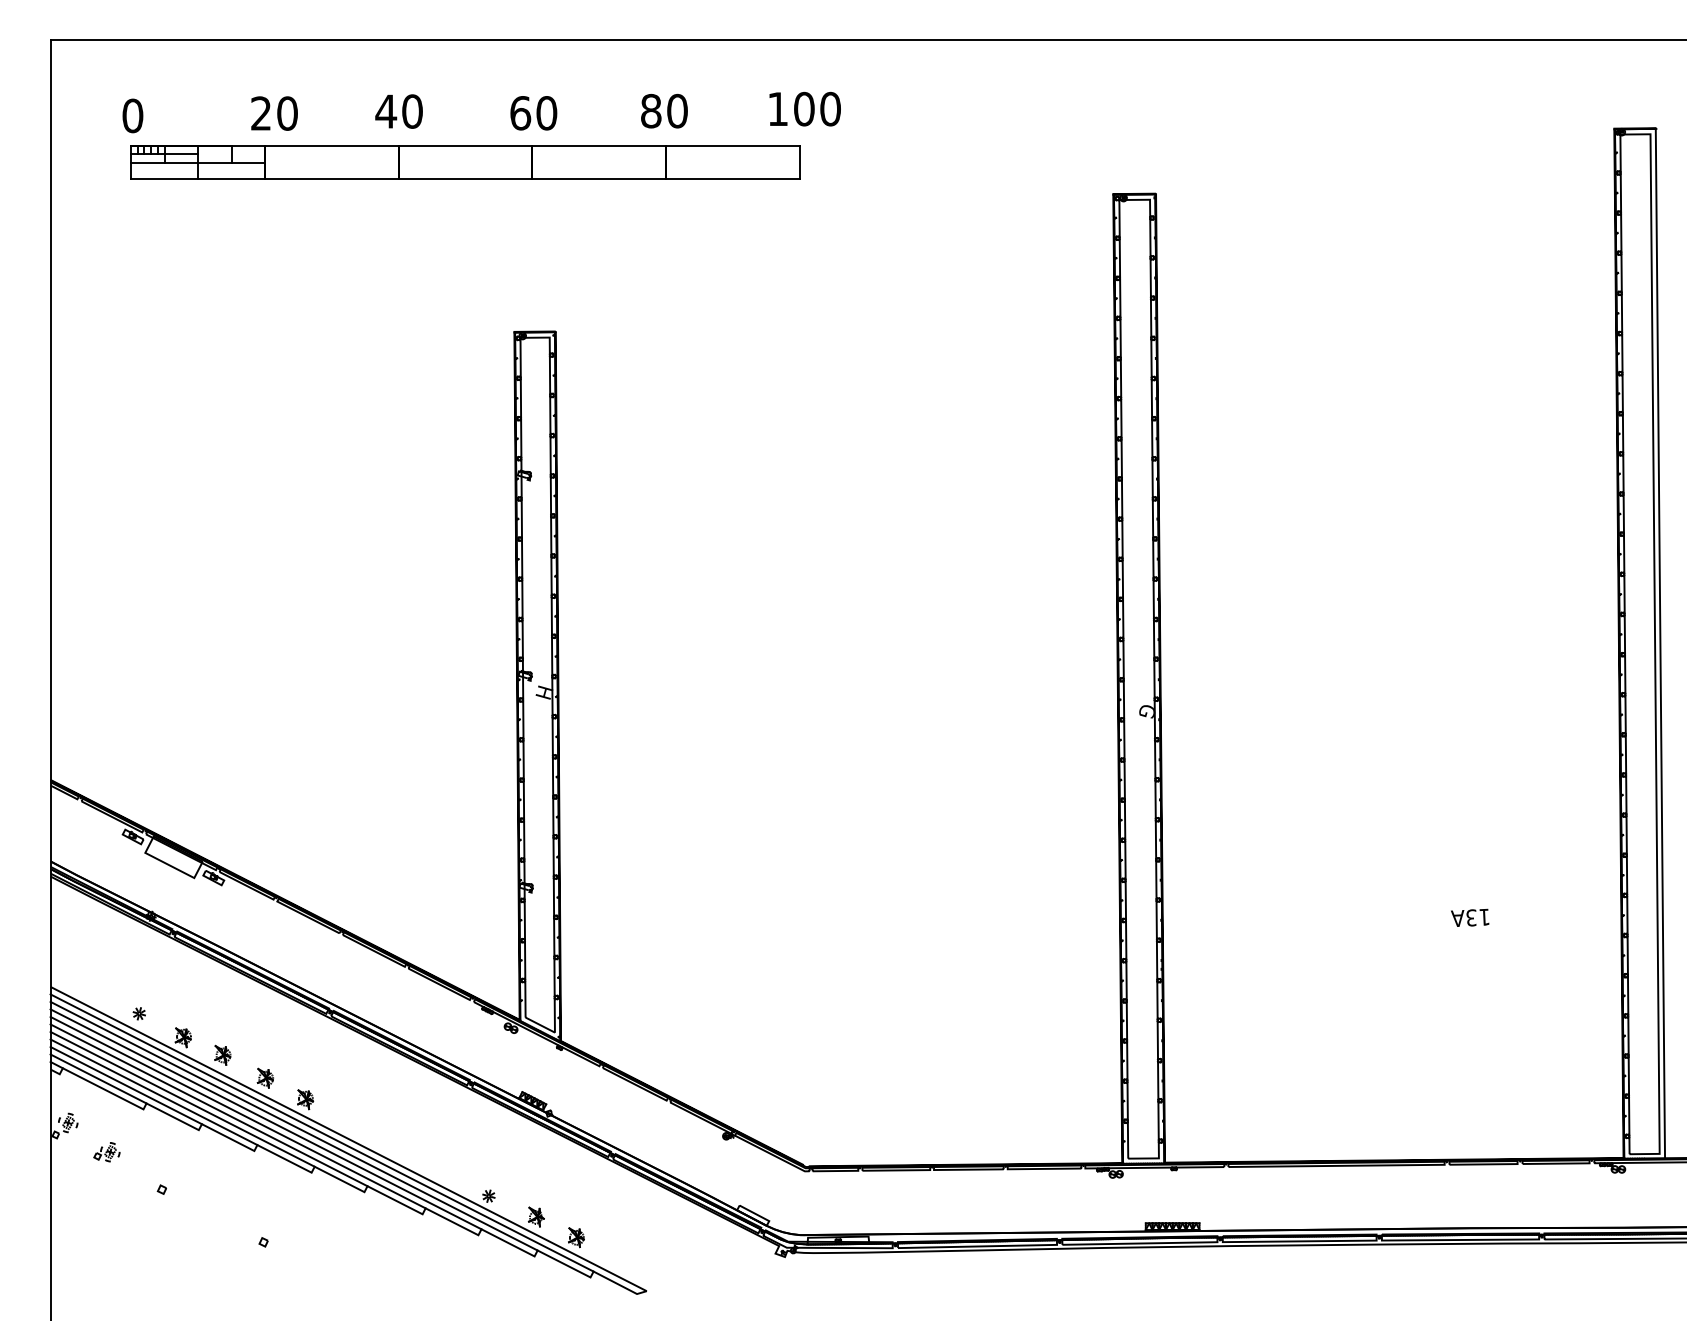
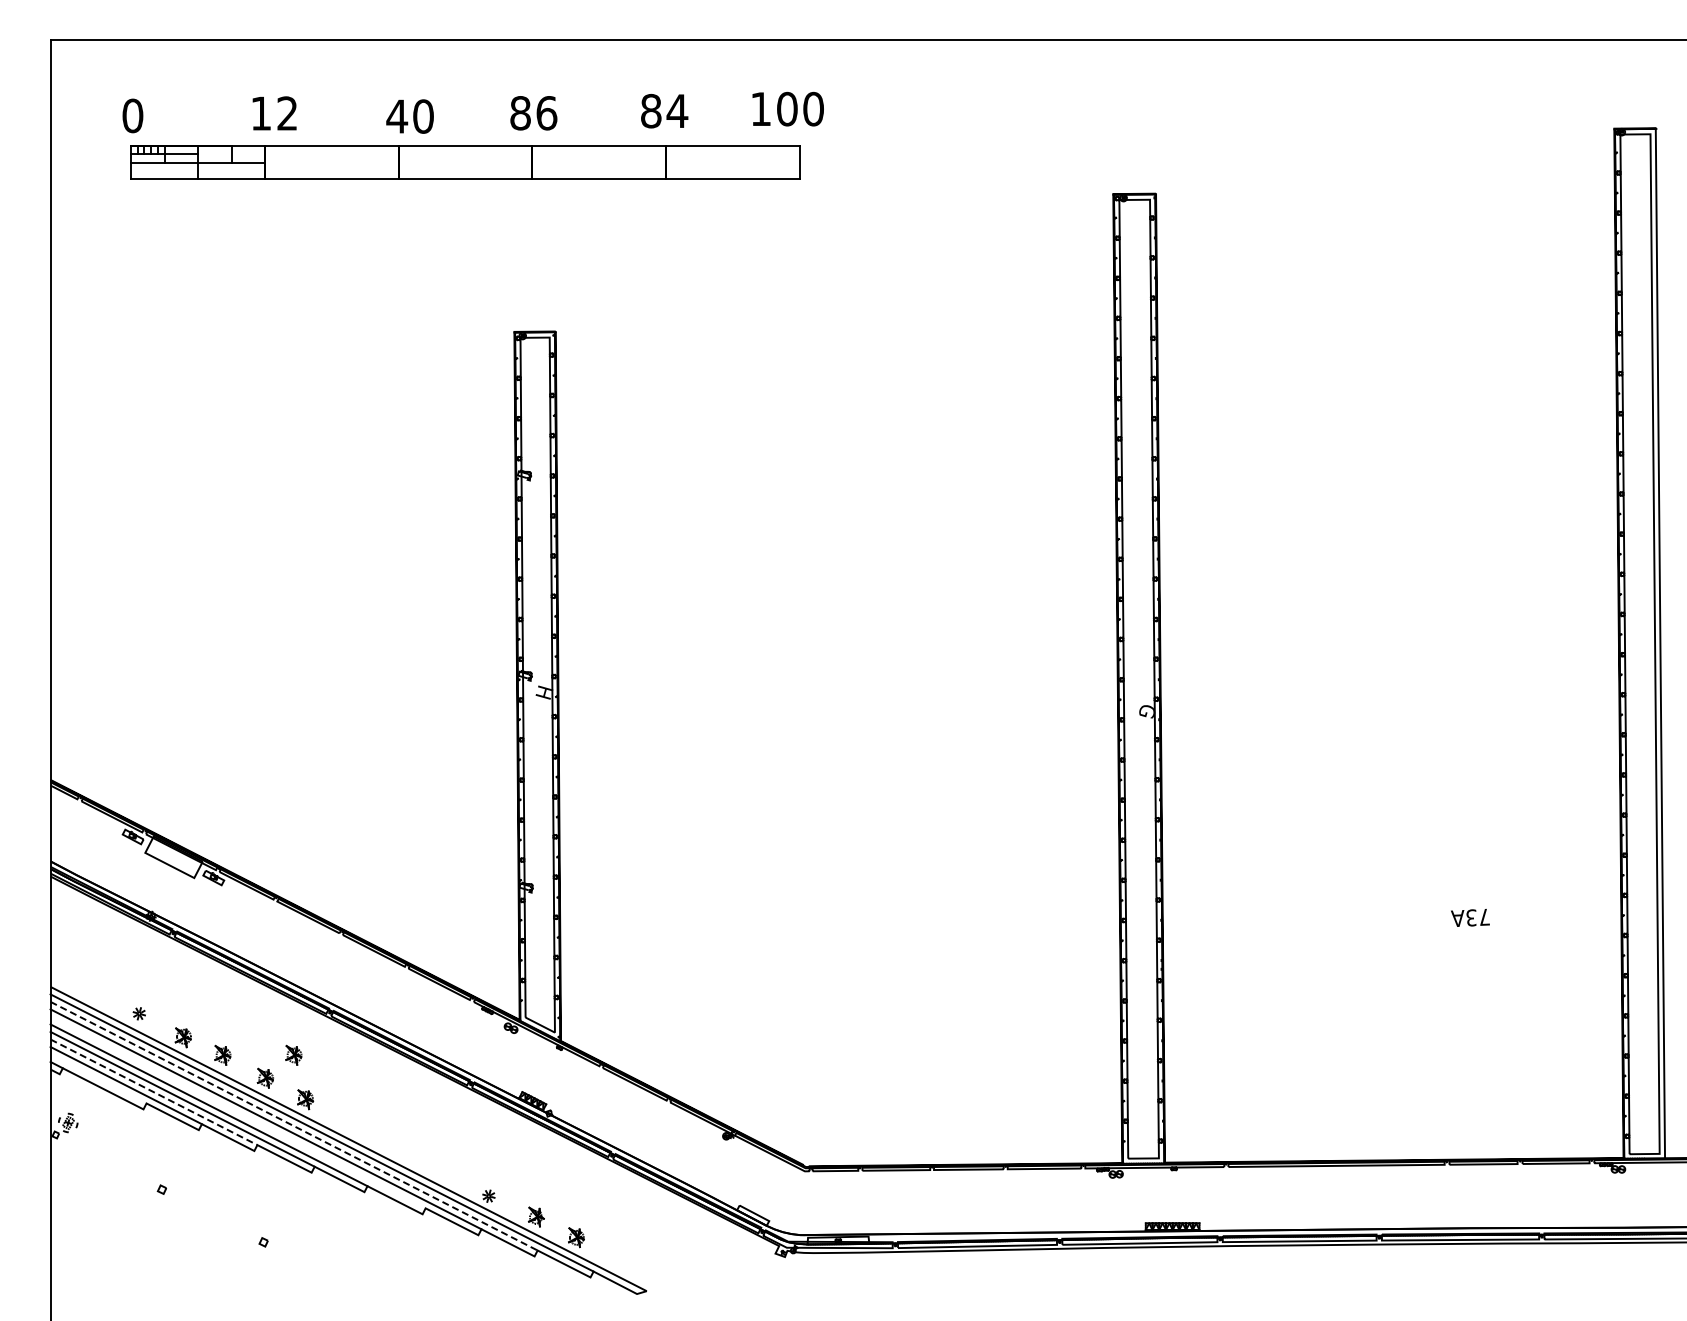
text at (804, 108) position: (804, 108) -> (787, 108)
text at (677, 110): 80 -> 84
text at (398, 111) position: (398, 111) -> (409, 116)
text at (274, 113): 20 -> 12
text at (533, 113): 60 -> 86
text at (1484, 916): 13A -> 73A
part at (293, 1054): none -> present
line at (98, 1078): present -> none
line at (154, 1092): solid -> dashed
line at (237, 1112): present -> none
line at (294, 1126): solid -> dashed
part at (106, 1152): present -> none
